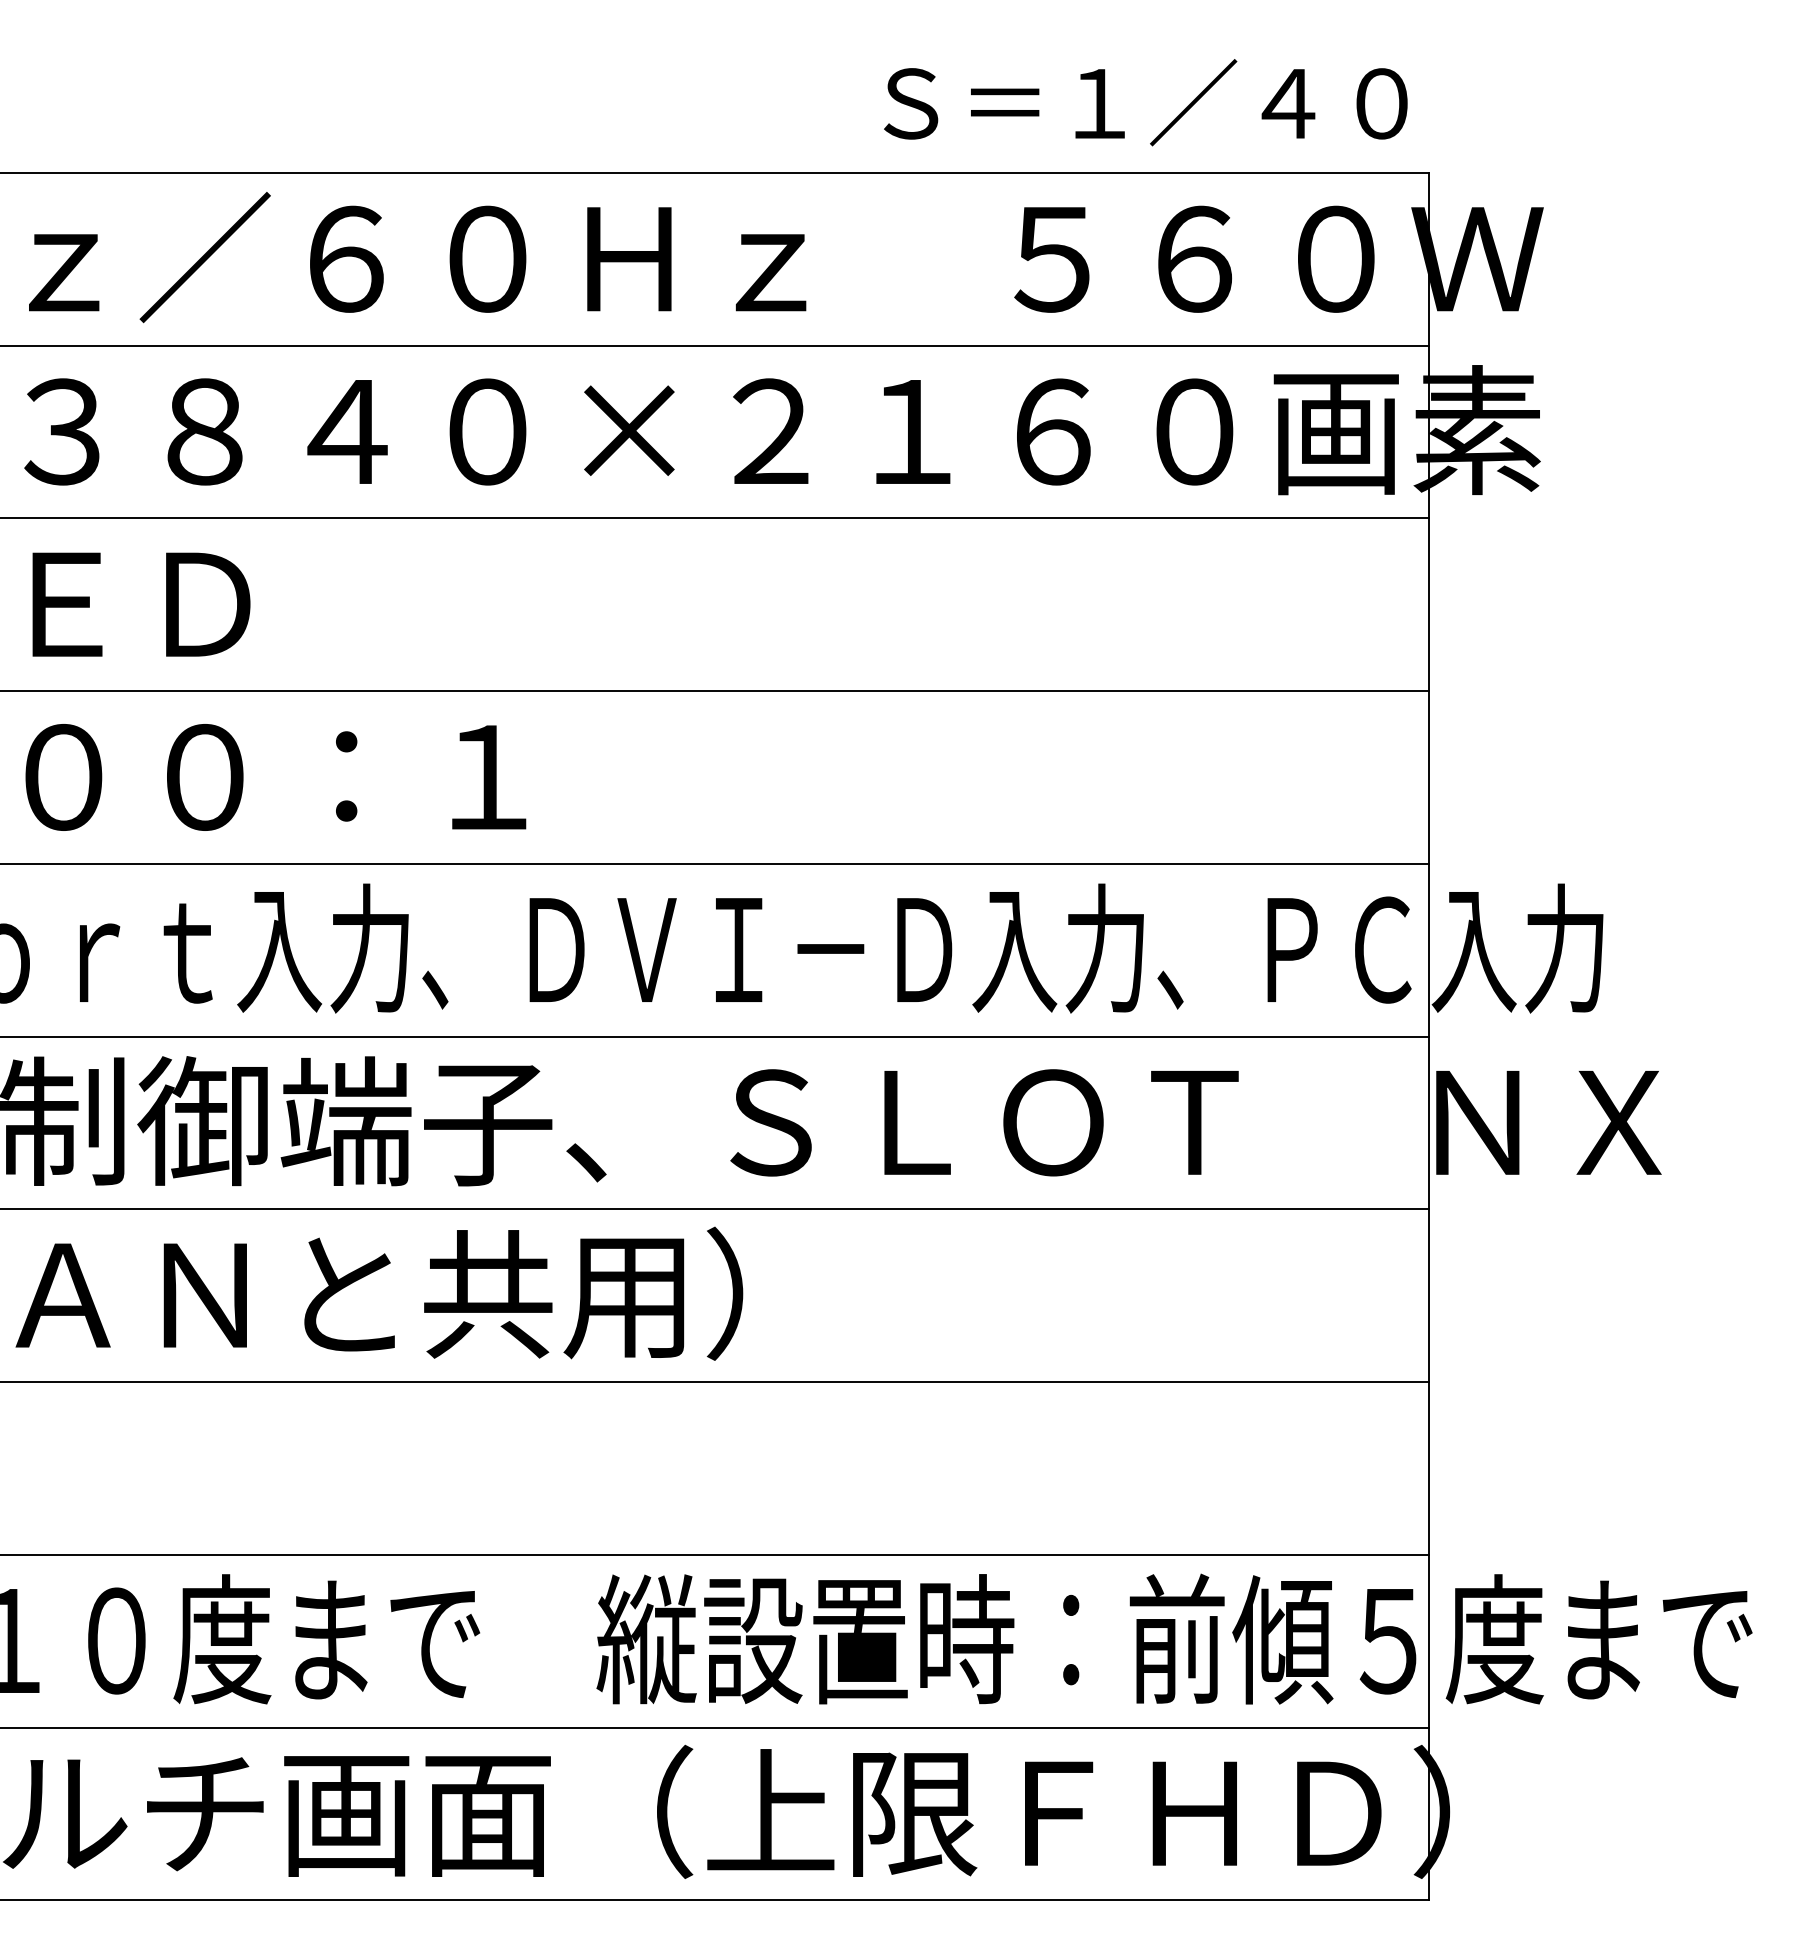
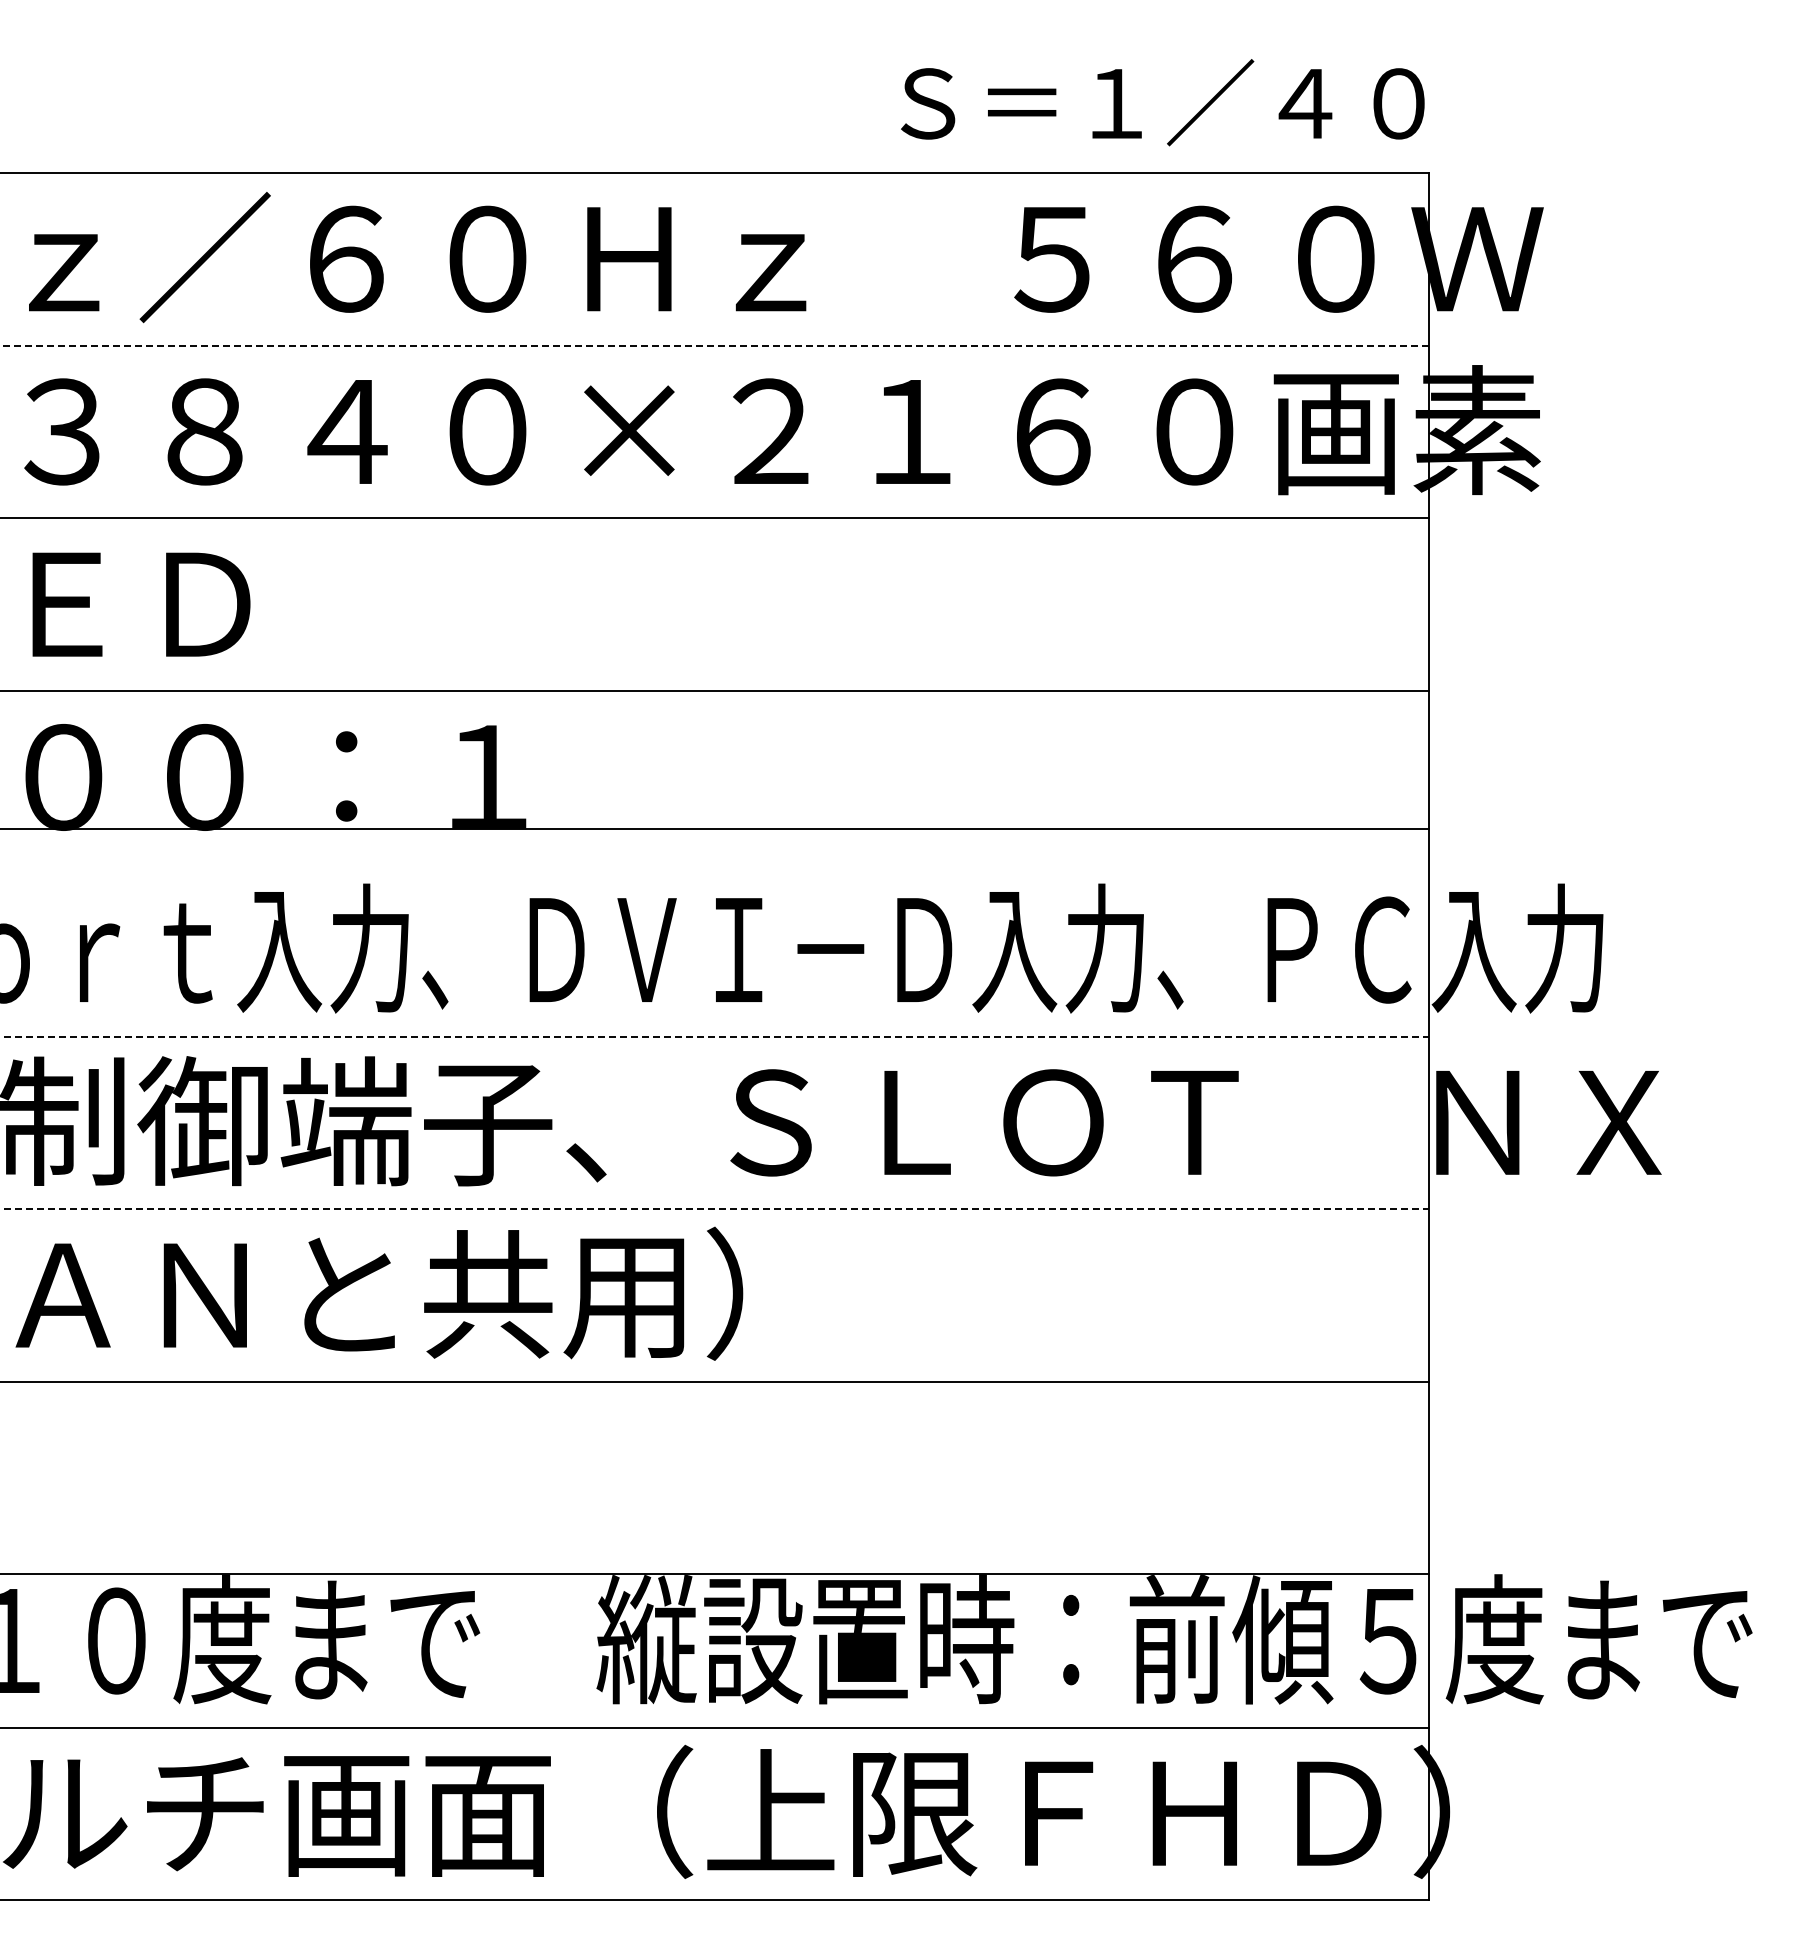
text at (1145, 102) position: (1145, 102) -> (1162, 102)
line at (714, 345): solid -> dashed
line at (715, 863) position: (715, 863) -> (715, 828)
line at (715, 1036): solid -> dashed
line at (715, 1209): solid -> dashed
line at (715, 1554) position: (715, 1554) -> (715, 1573)
